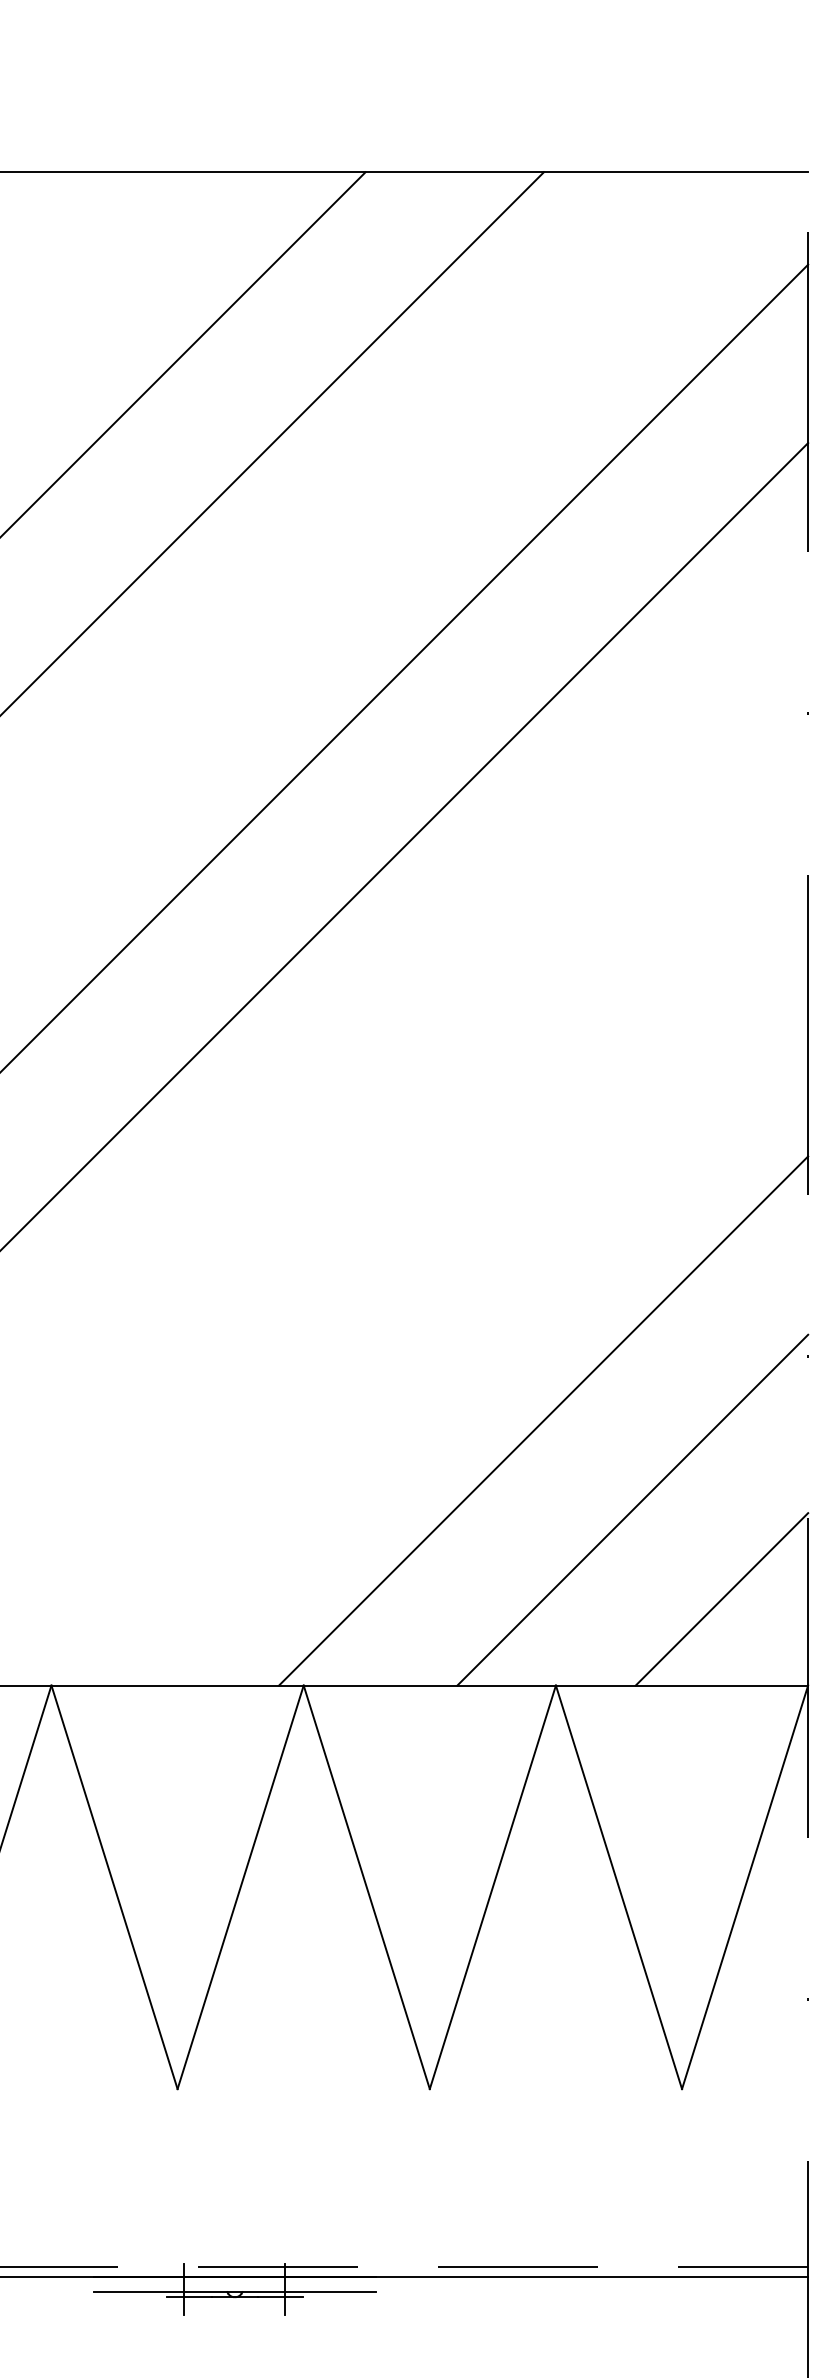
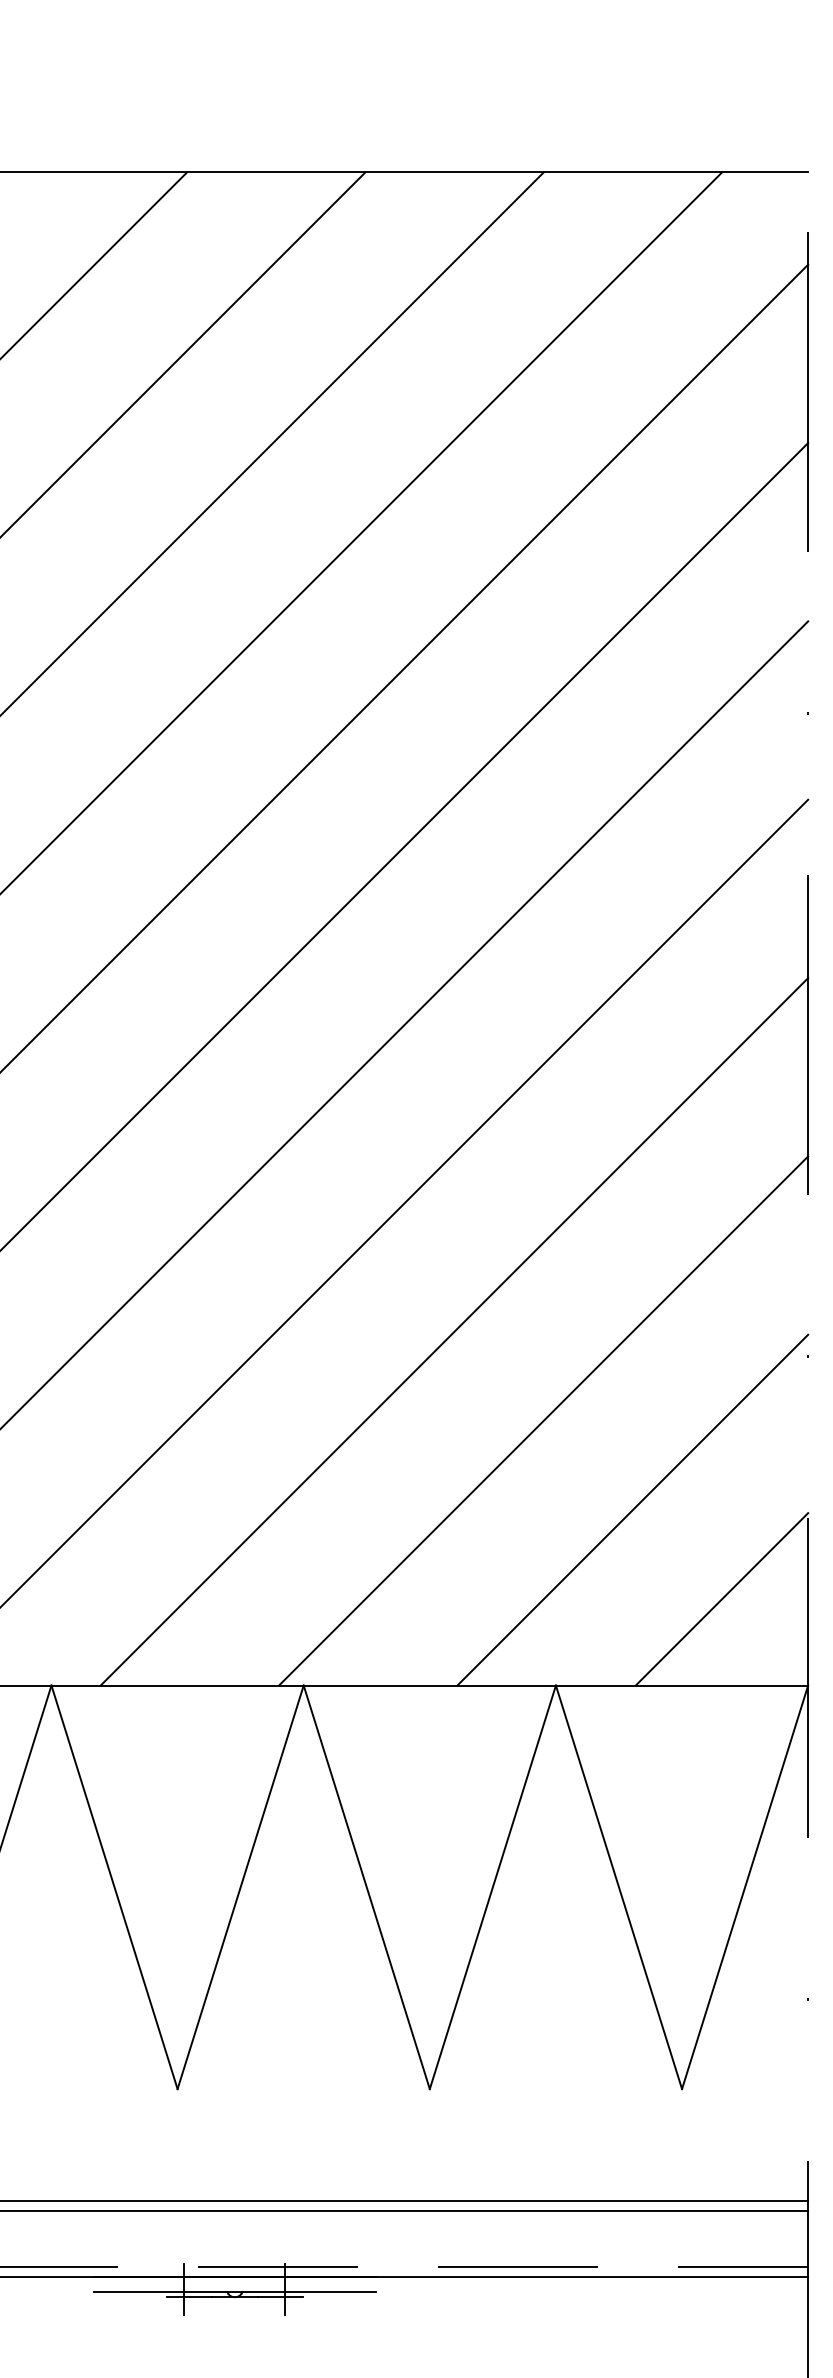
line at (94, 264): none -> present
line at (362, 532): none -> present
line at (405, 1024): none -> present
line at (405, 1202): none -> present
line at (454, 1331): none -> present
line at (405, 2201): none -> present
line at (405, 2211): none -> present
